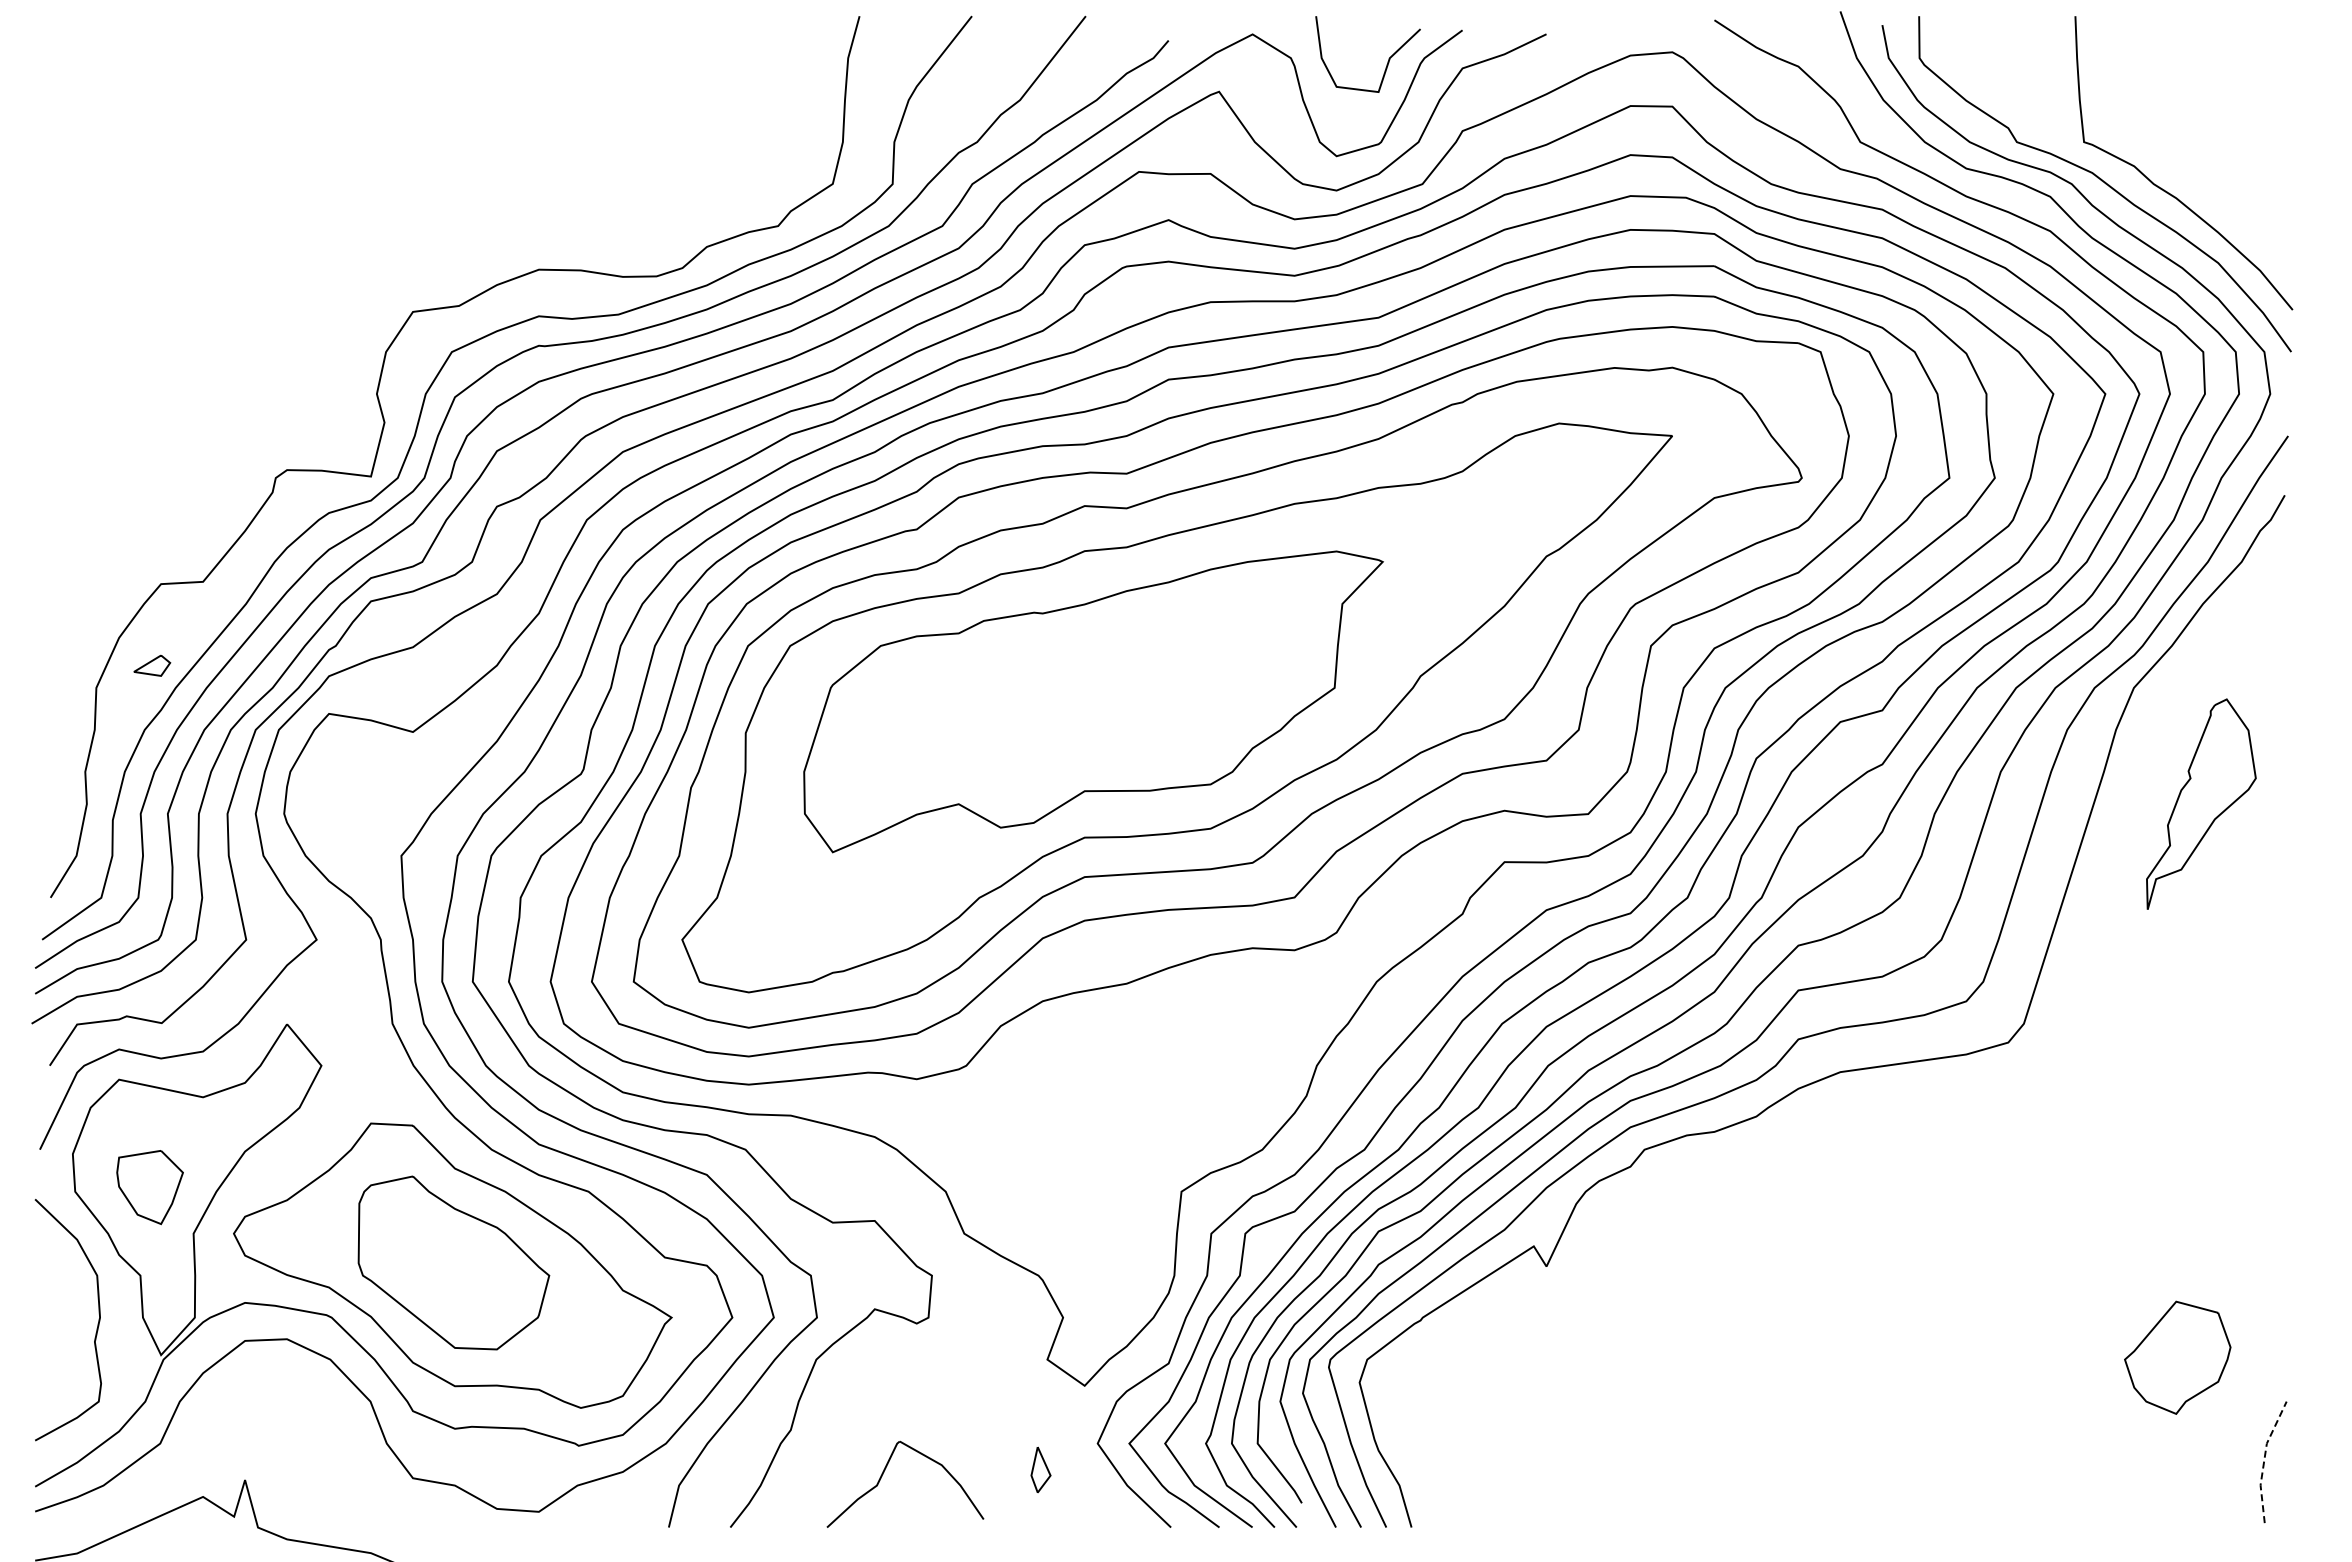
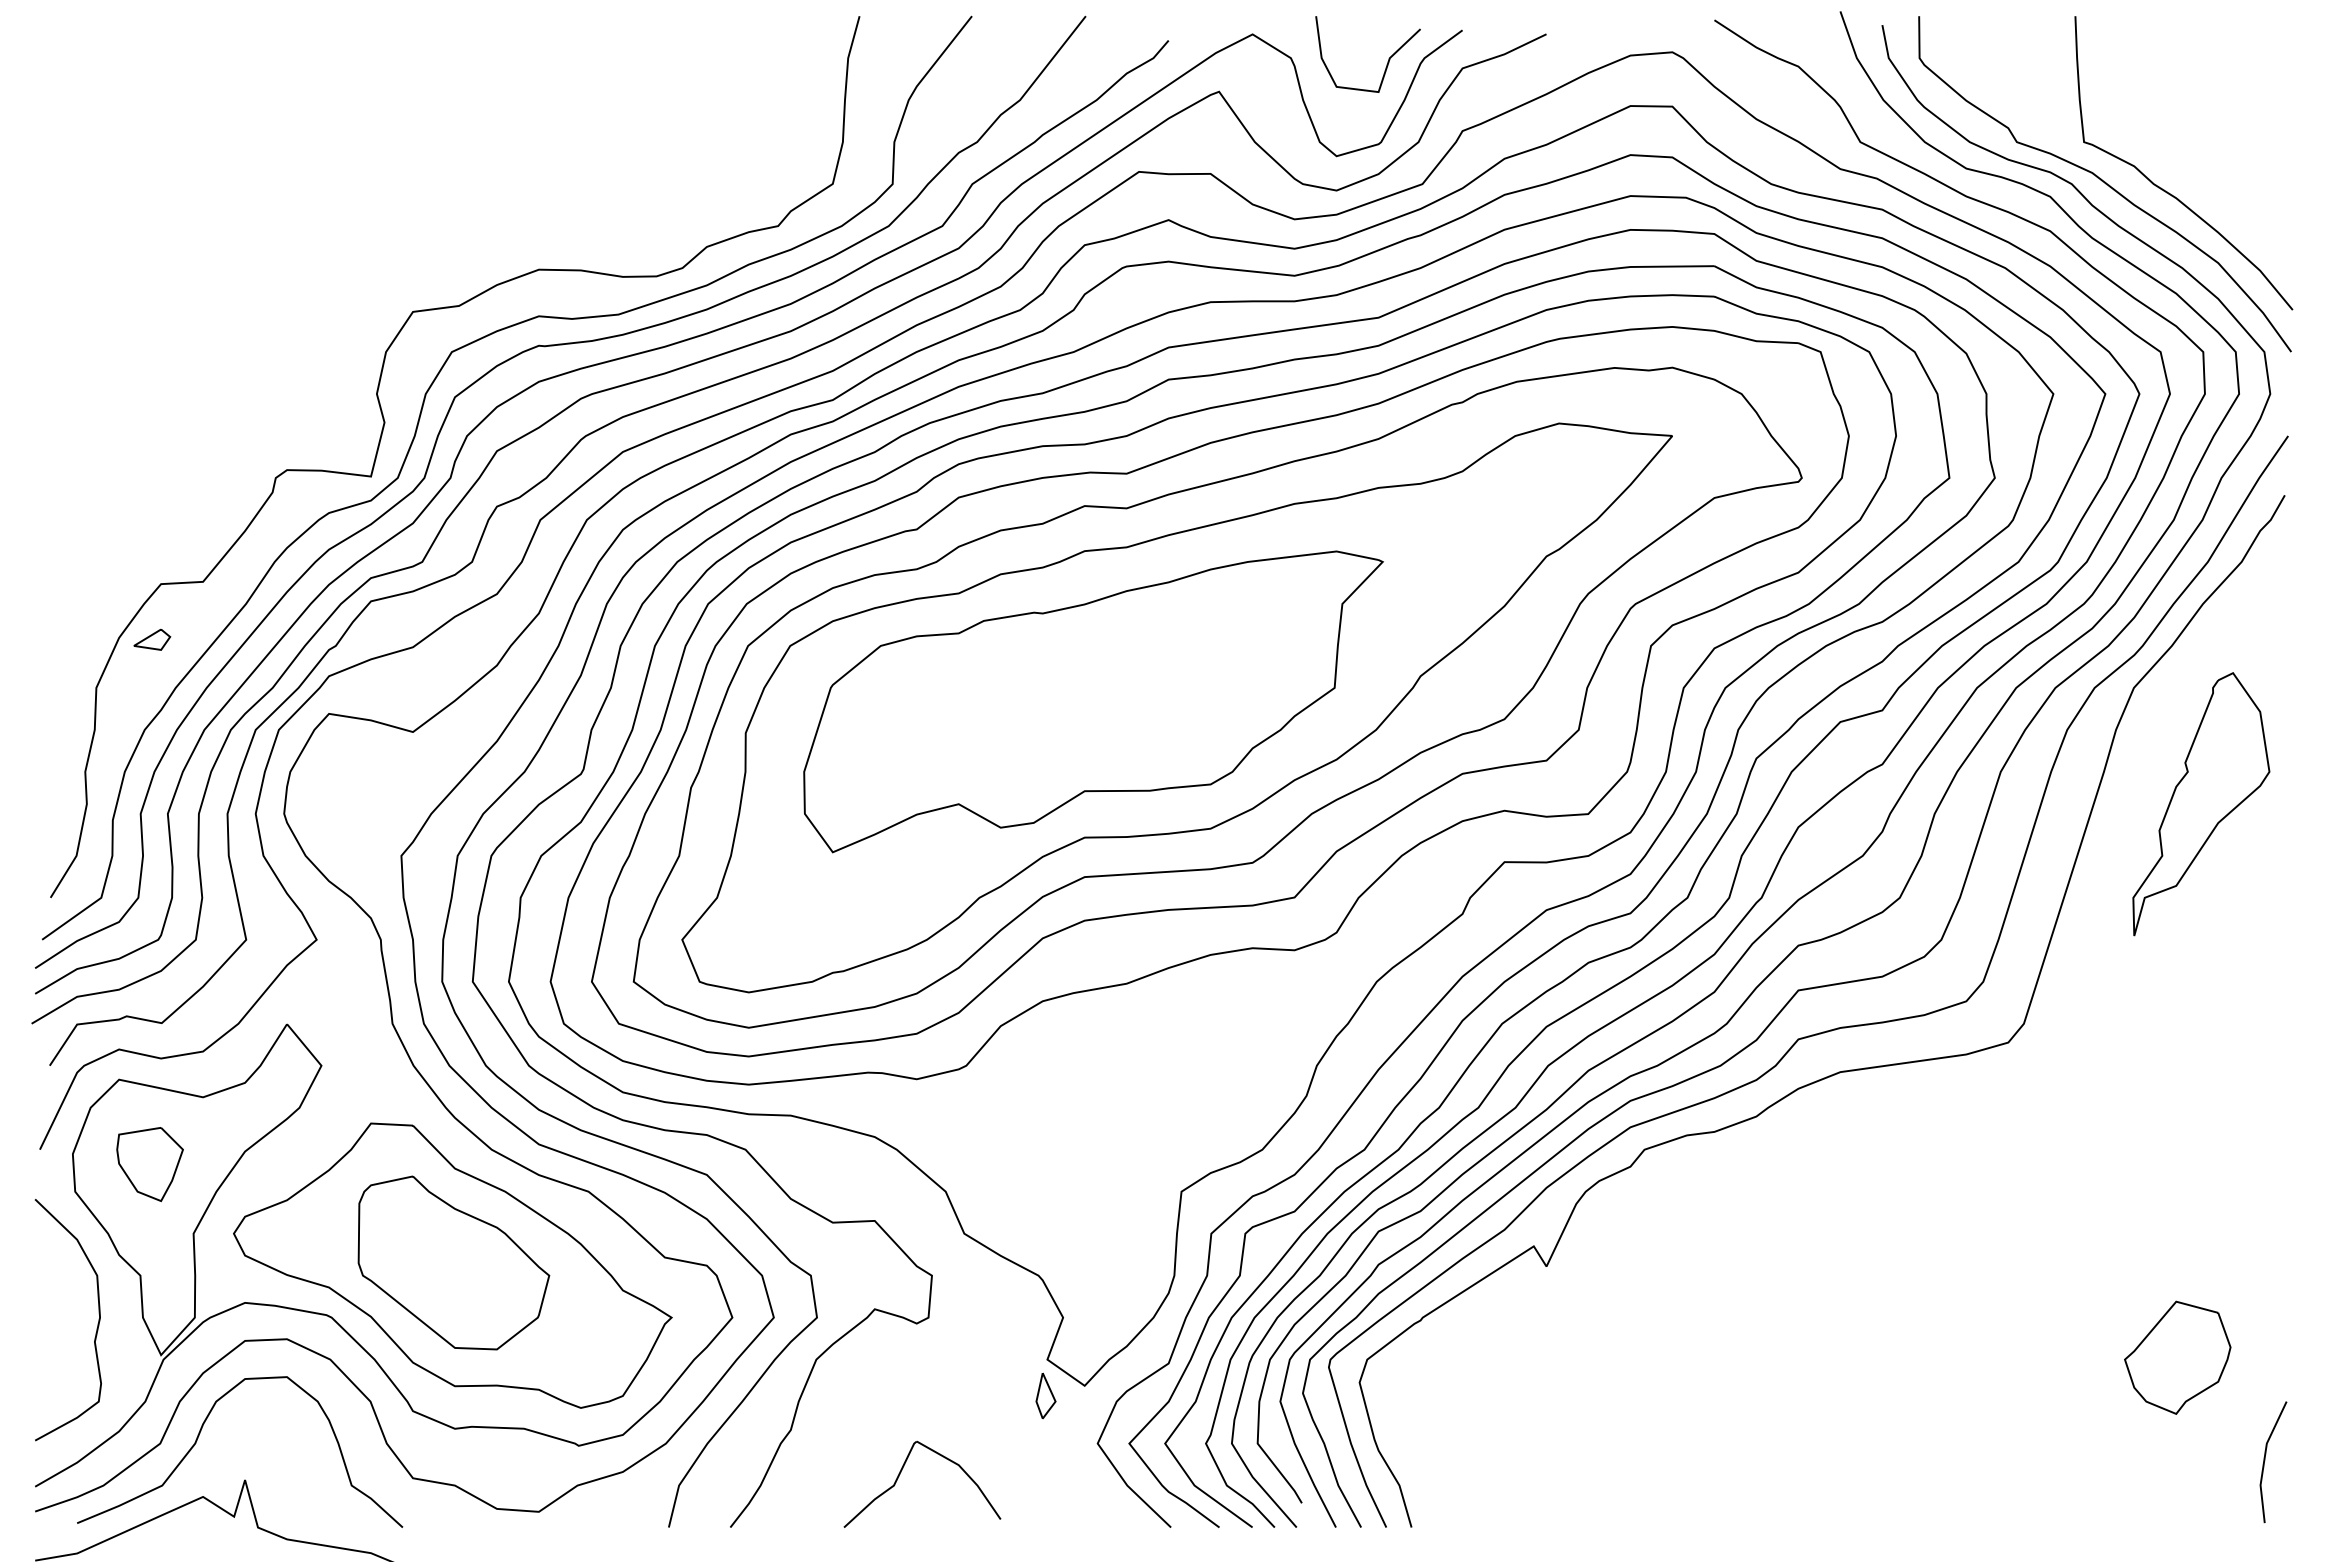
part at (152, 665) position: (152, 665) -> (152, 639)
part at (2201, 803) size: 111x212 px -> 139x265 px
part at (149, 1187) position: (149, 1187) -> (149, 1164)
curve at (199, 1436): none -> present
line at (2264, 1460): dashed -> solid
part at (1040, 1469) position: (1040, 1469) -> (1045, 1395)
part at (884, 1472) position: (884, 1472) -> (901, 1472)
